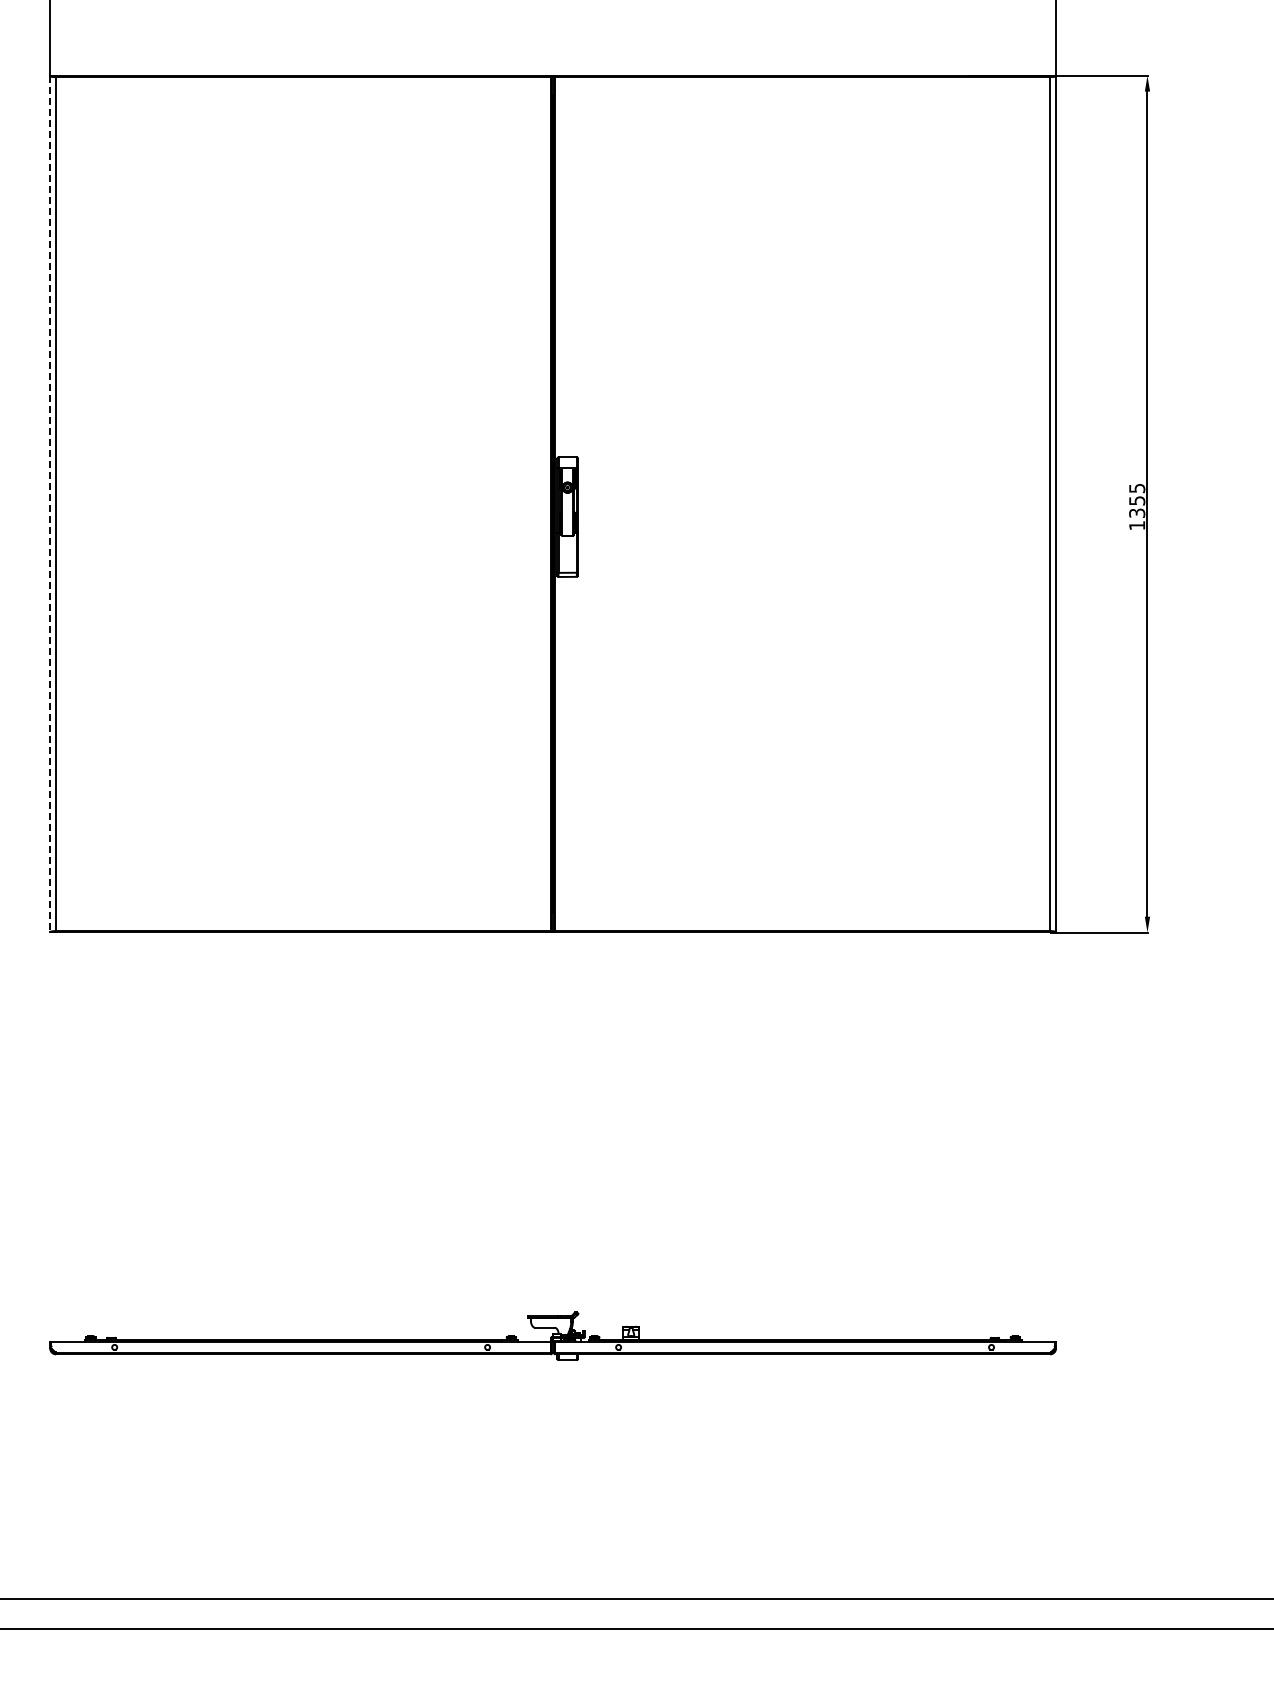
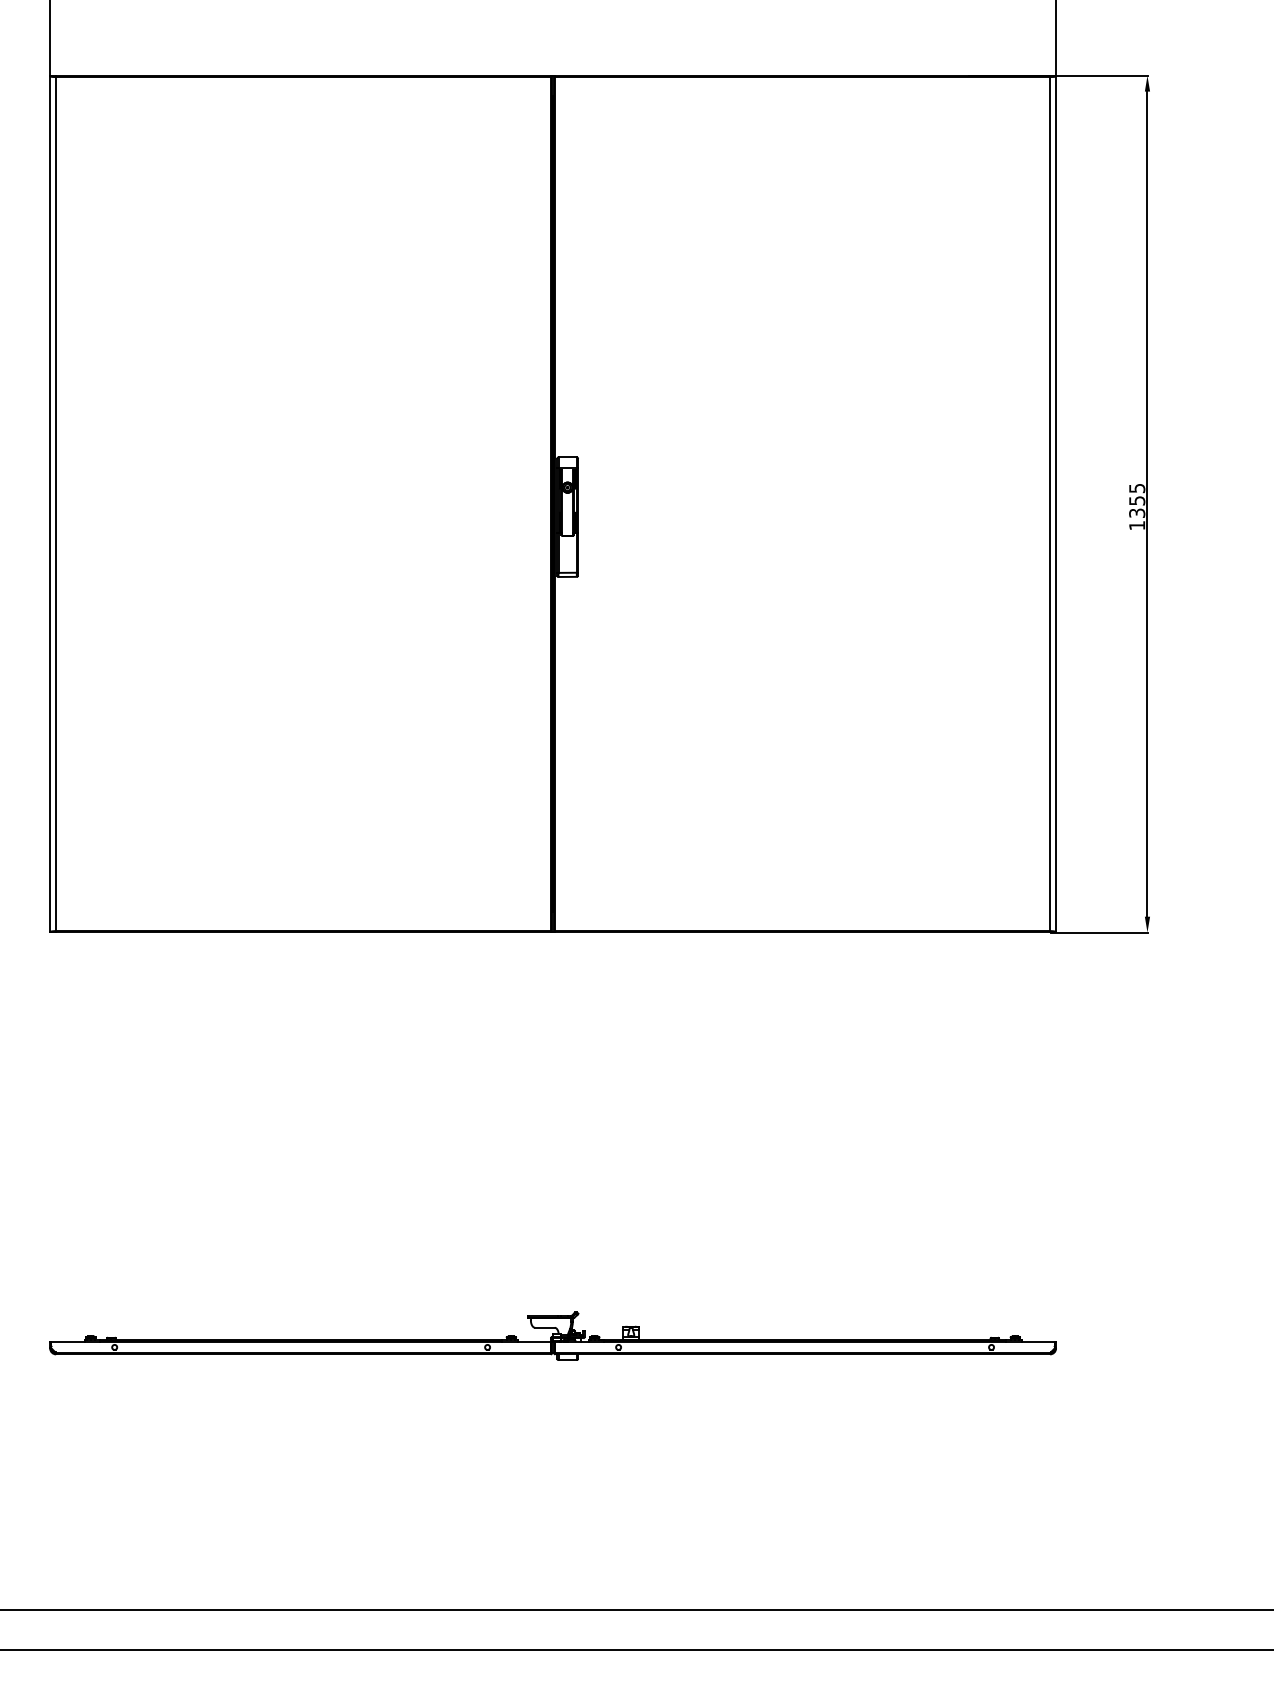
line at (50, 504): dashed -> solid
line at (636, 1599) position: (636, 1599) -> (636, 1610)
line at (636, 1628) position: (636, 1628) -> (636, 1649)
